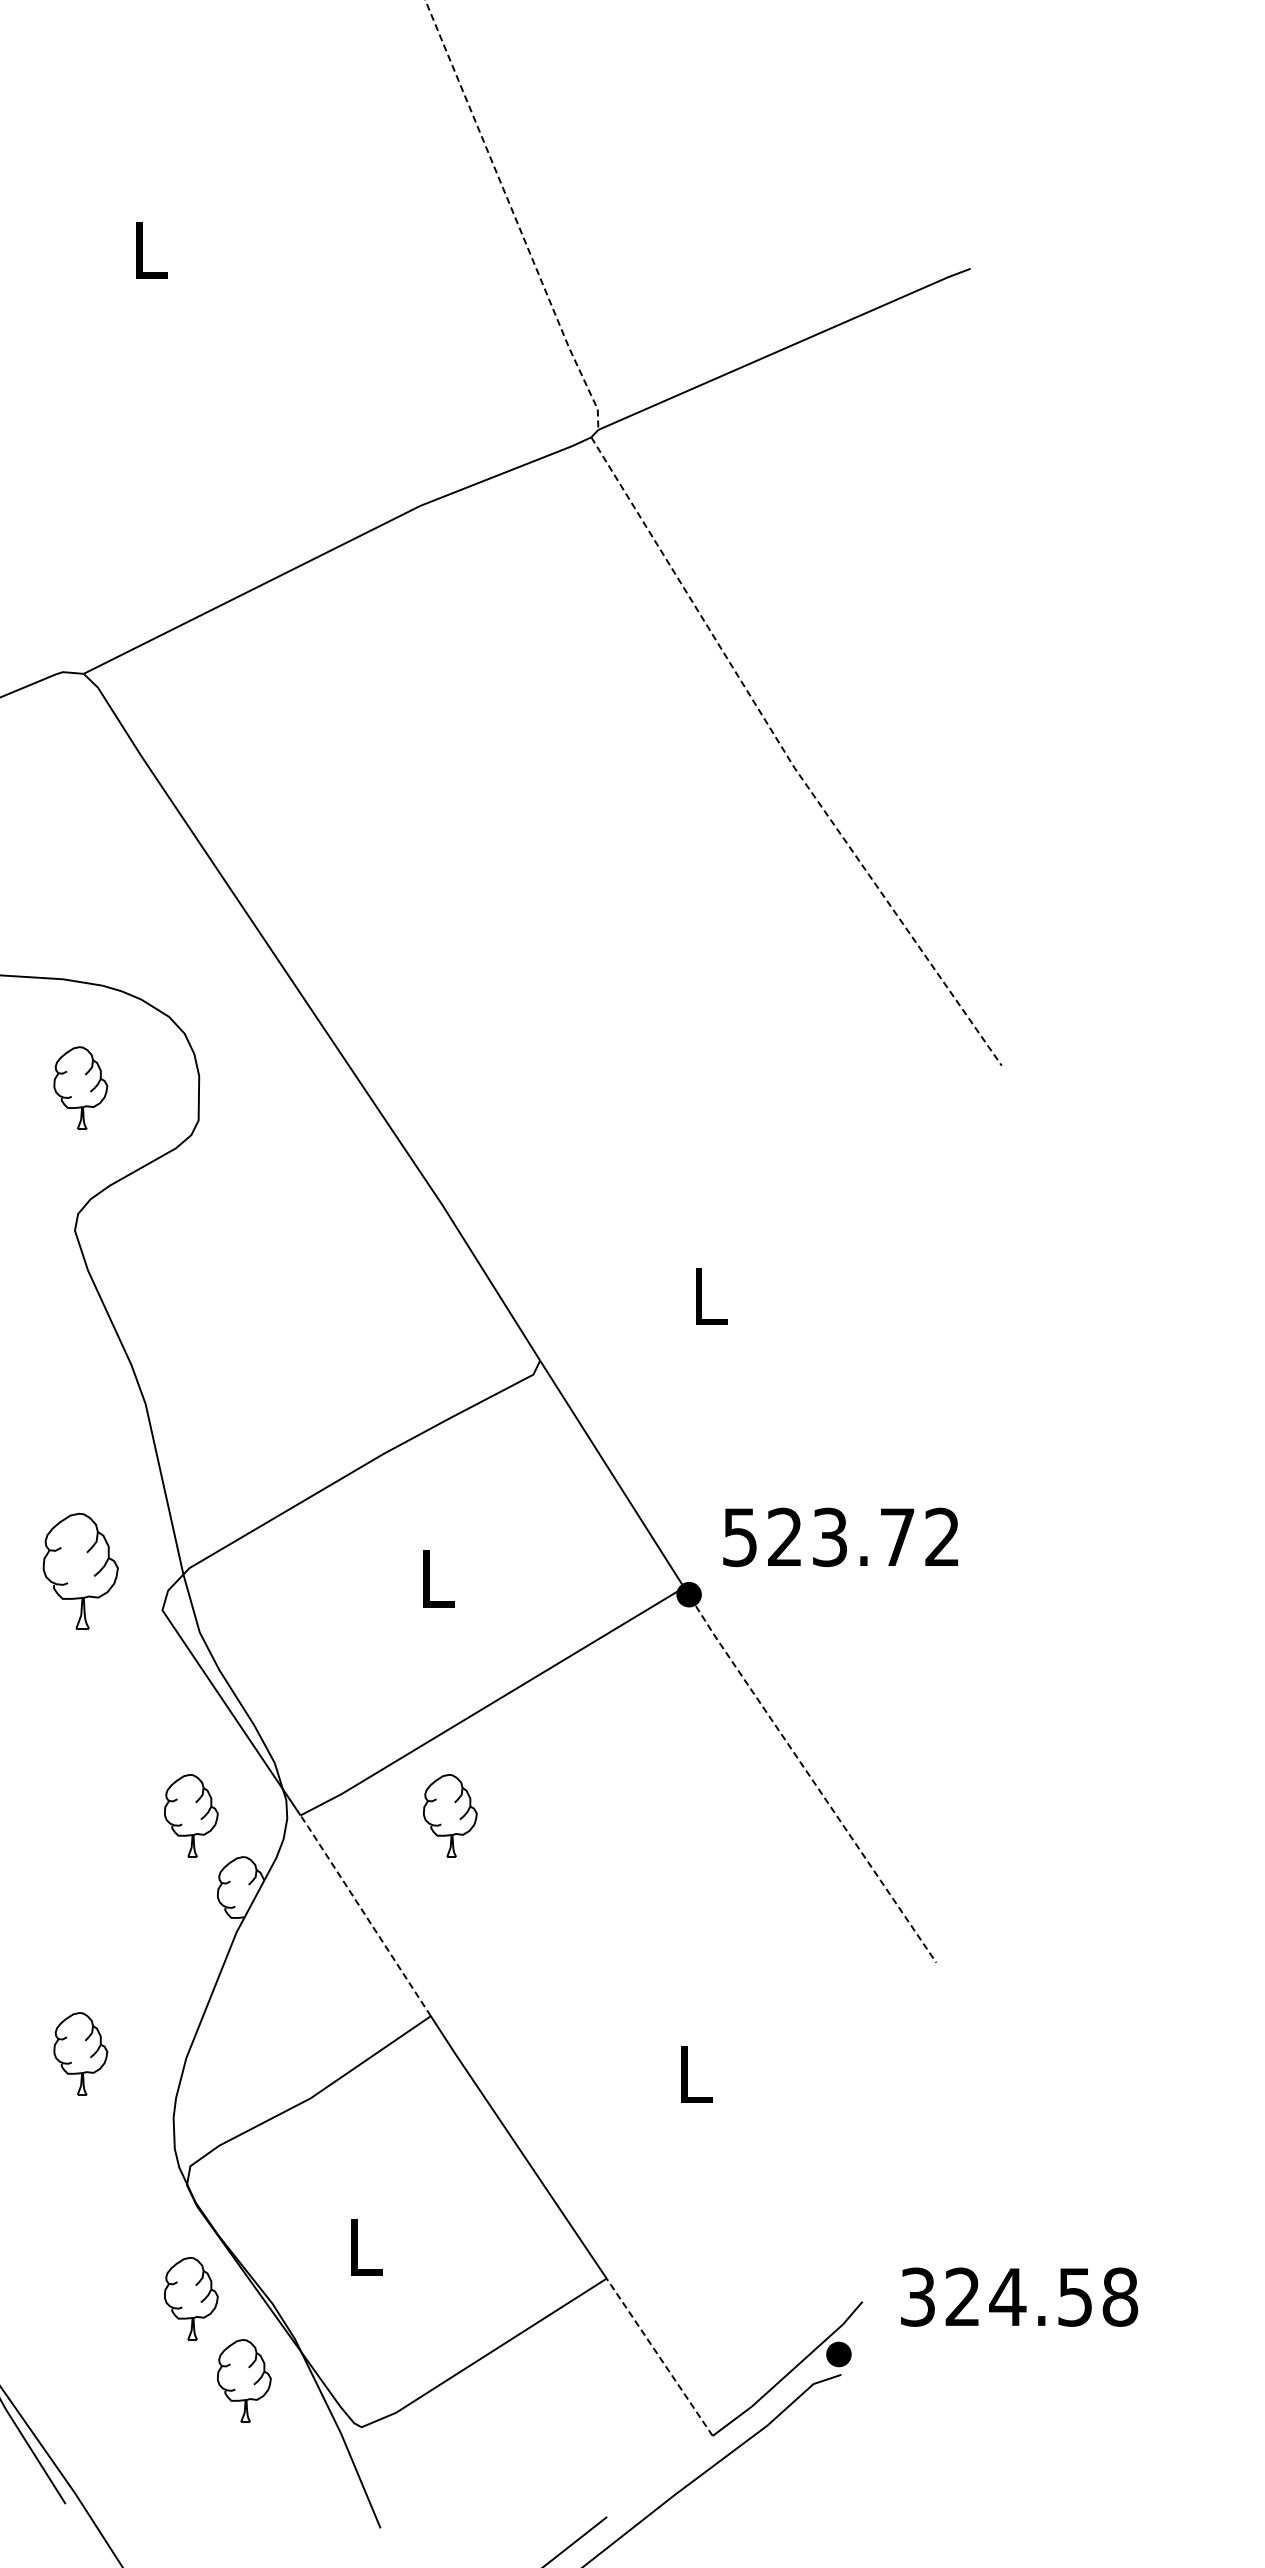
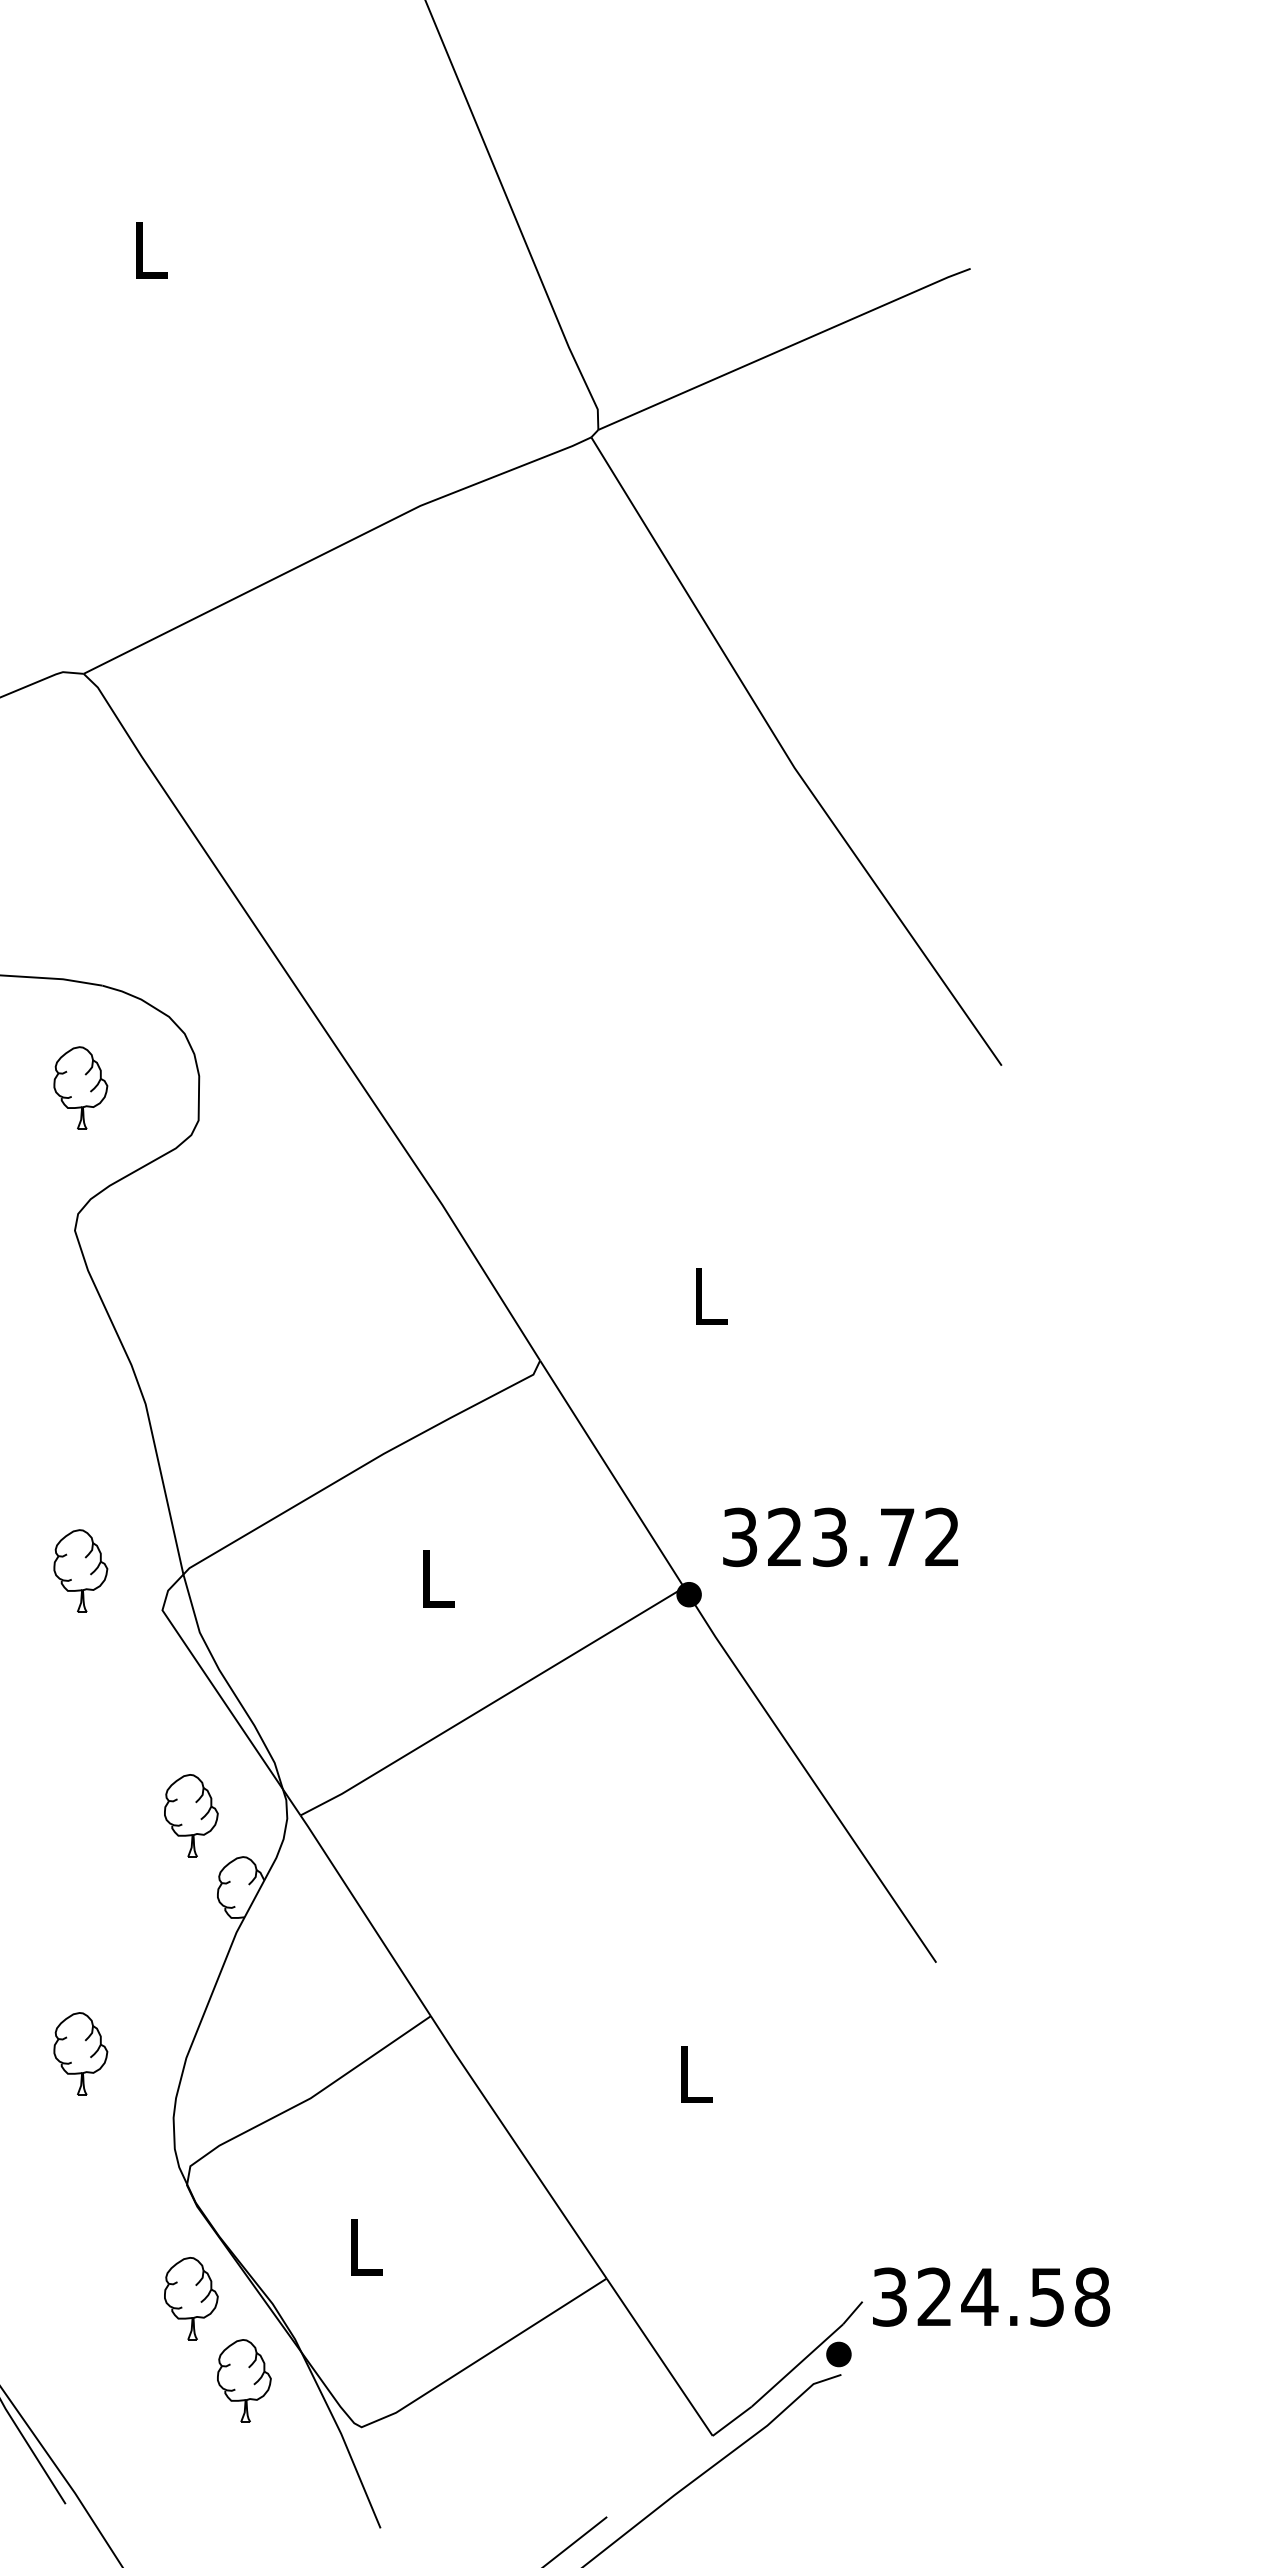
line at (514, 216): dashed -> solid
line at (788, 757): dashed -> solid
text at (740, 1536): 523.72 -> 323.72
part at (80, 1570) size: 77x118 px -> 56x84 px
line at (809, 1775): dashed -> solid
part at (450, 1815): present -> none
line at (365, 1914): dashed -> solid
text at (1019, 2296) position: (1019, 2296) -> (991, 2296)
line at (659, 2357): dashed -> solid
